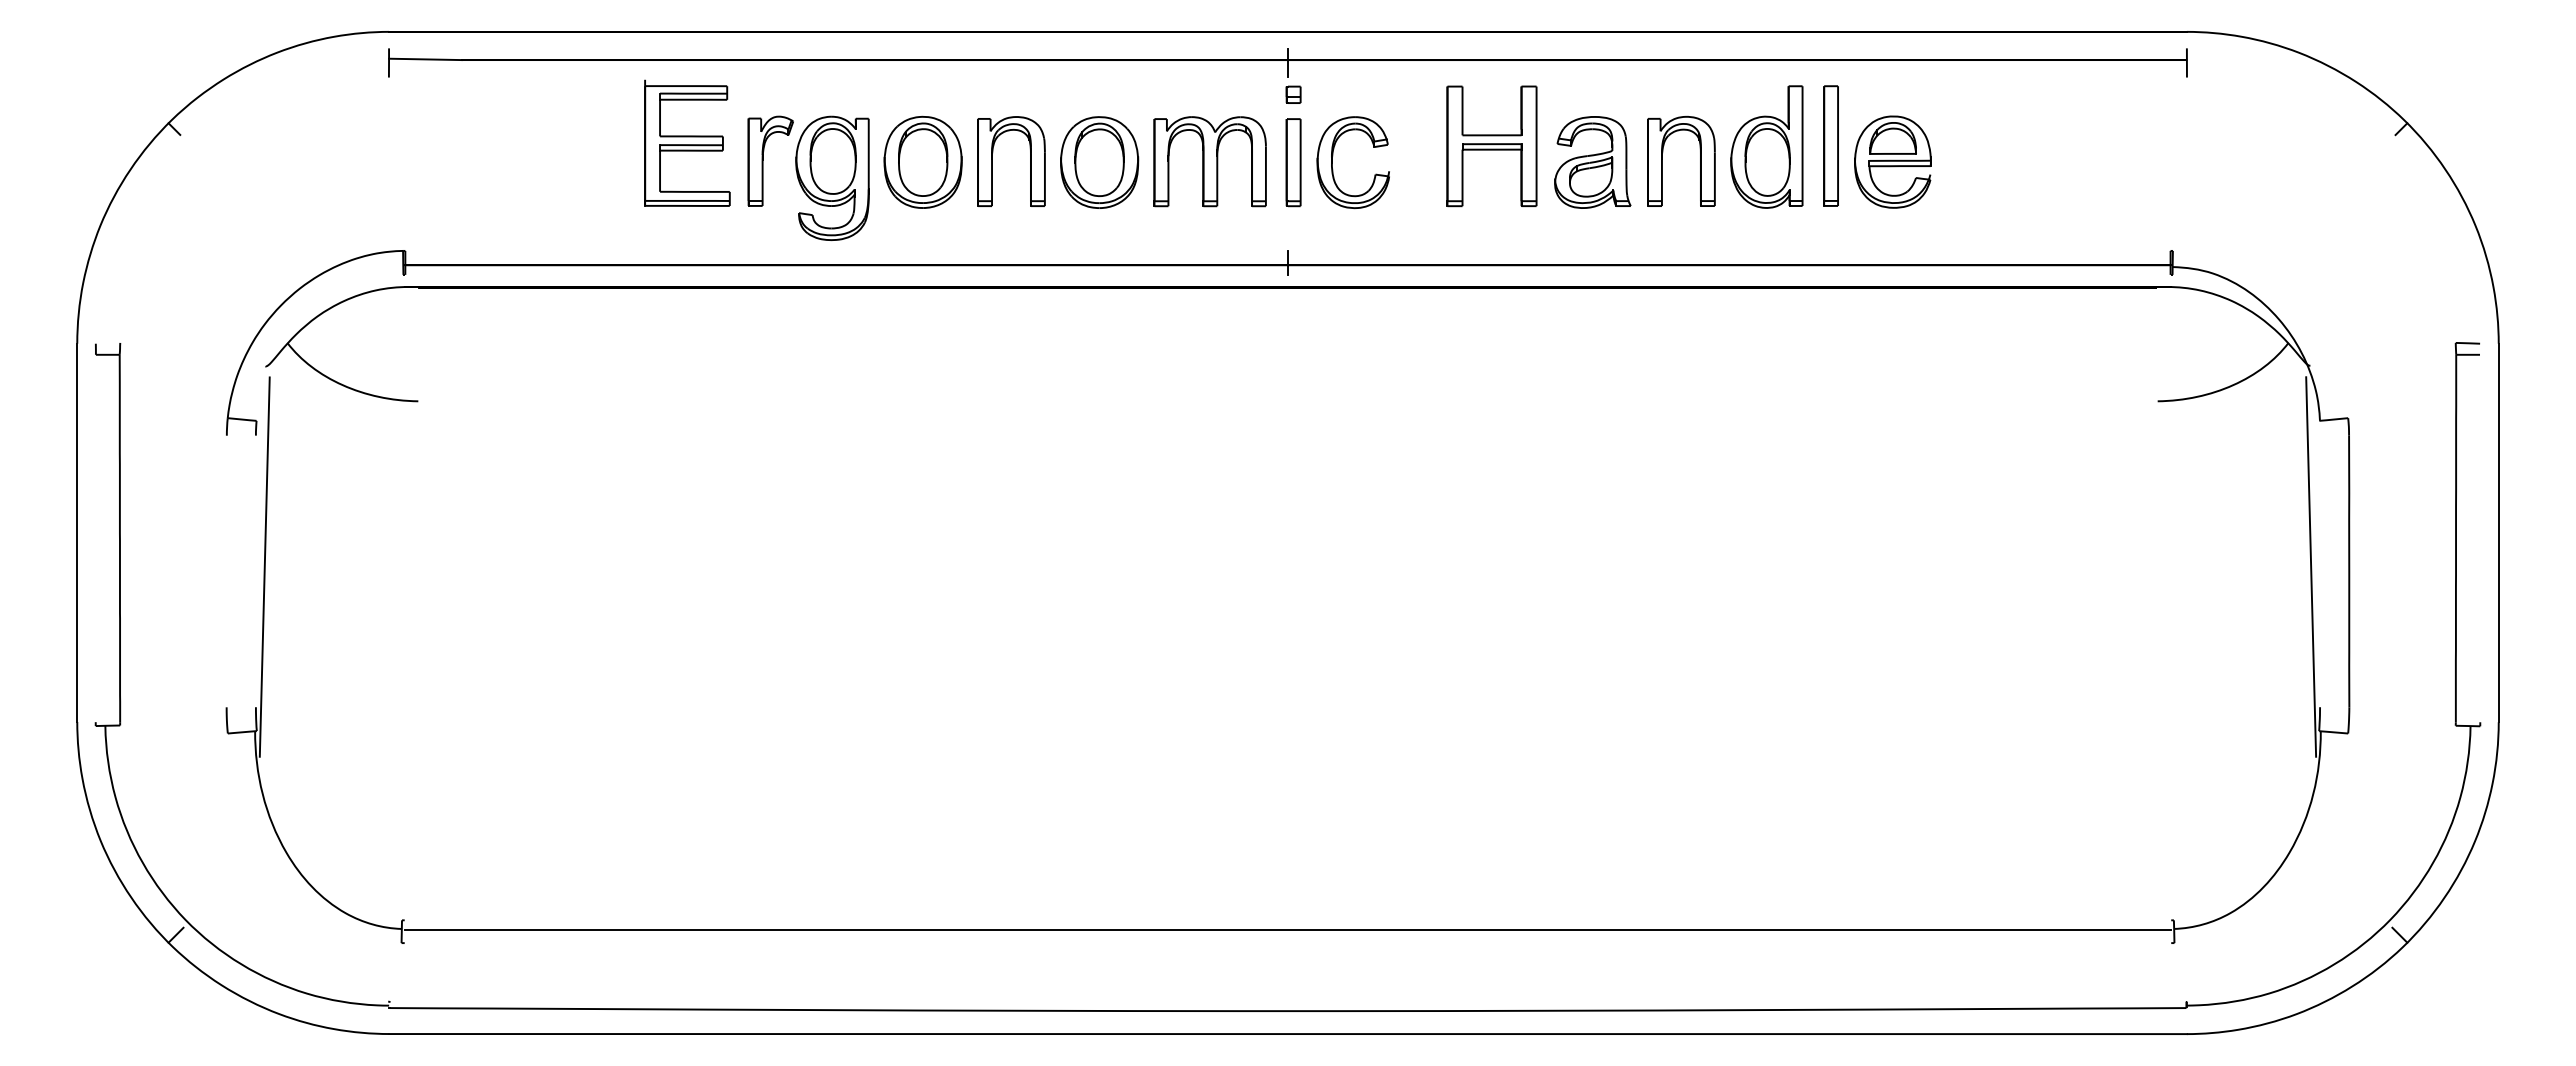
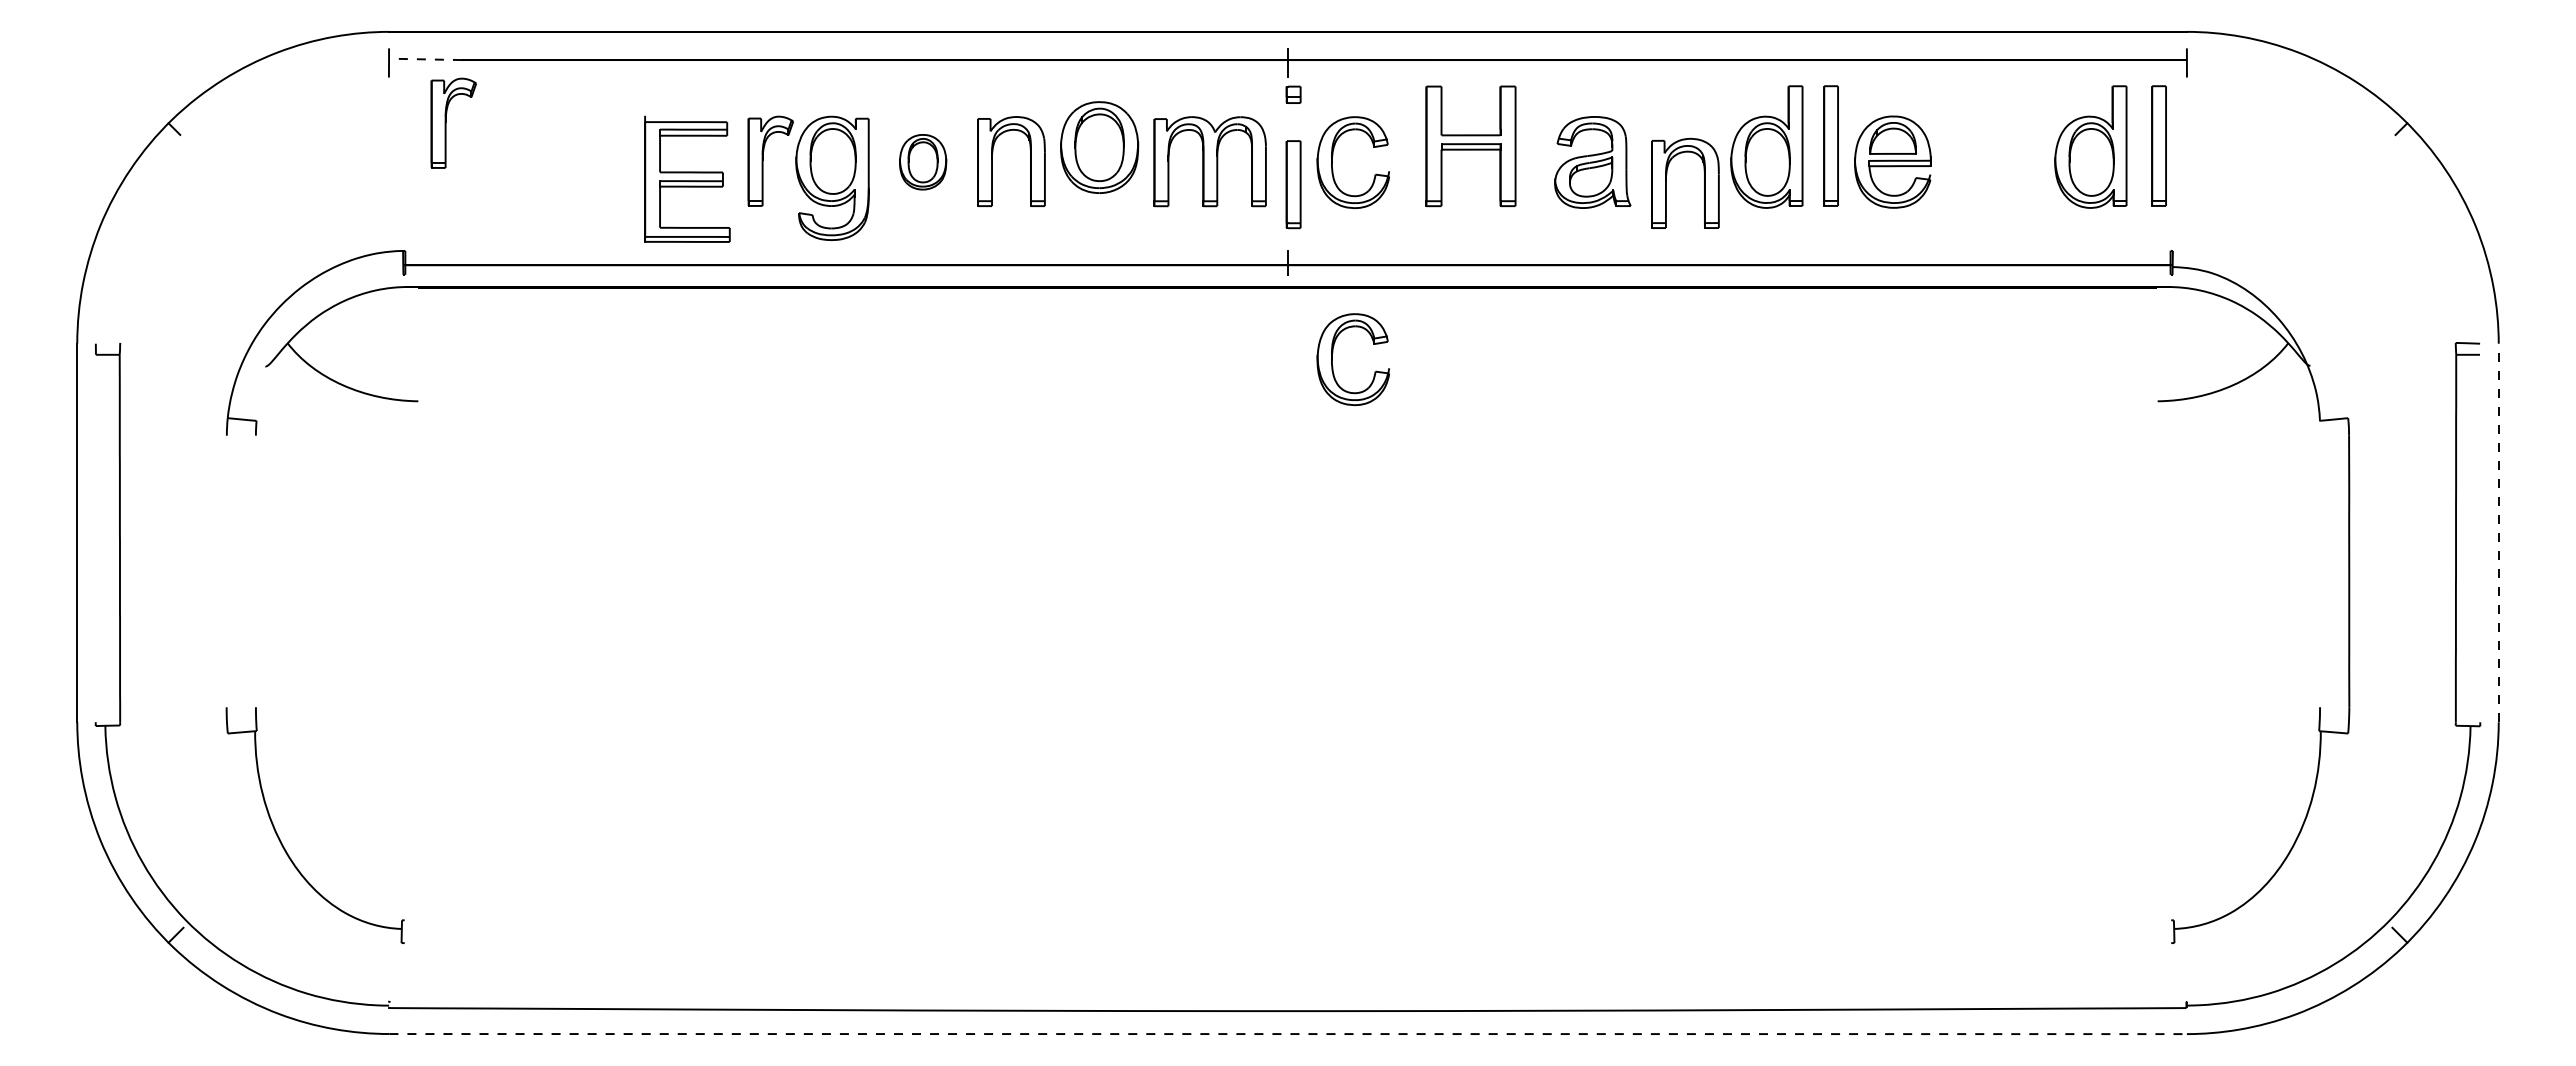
line at (424, 59): solid -> dashed
part at (446, 122): none -> present
part at (687, 142) position: (687, 142) -> (687, 178)
part at (2158, 145): none -> present
part at (1491, 146) position: (1491, 146) -> (1470, 146)
part at (2090, 146): none -> present
part at (1662, 160) position: (1662, 160) -> (1666, 182)
part at (922, 161) size: 80x94 px -> 49x57 px
part at (1099, 162) position: (1099, 162) -> (1099, 147)
part at (1293, 162) position: (1293, 162) -> (1293, 184)
part at (1333, 353): none -> present
line at (2498, 532): solid -> dashed
line at (264, 566): present -> none
line at (2311, 566): present -> none
line at (1287, 929): present -> none
line at (1288, 1034): solid -> dashed
